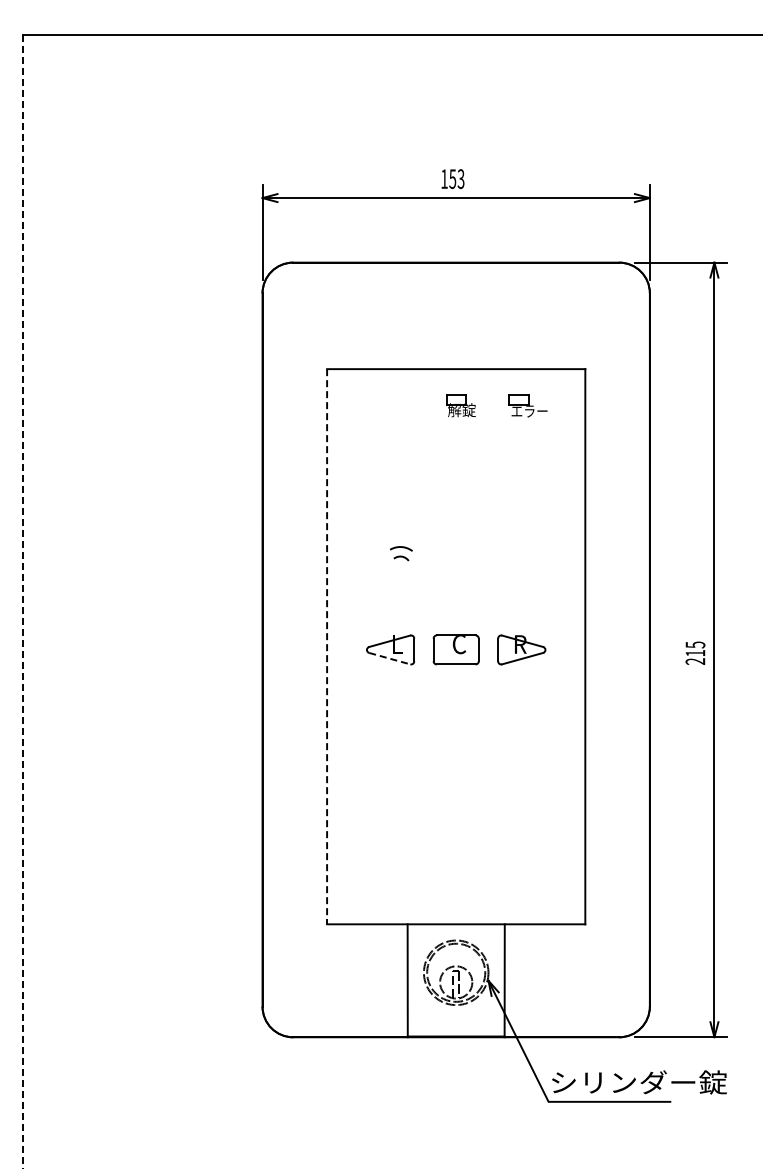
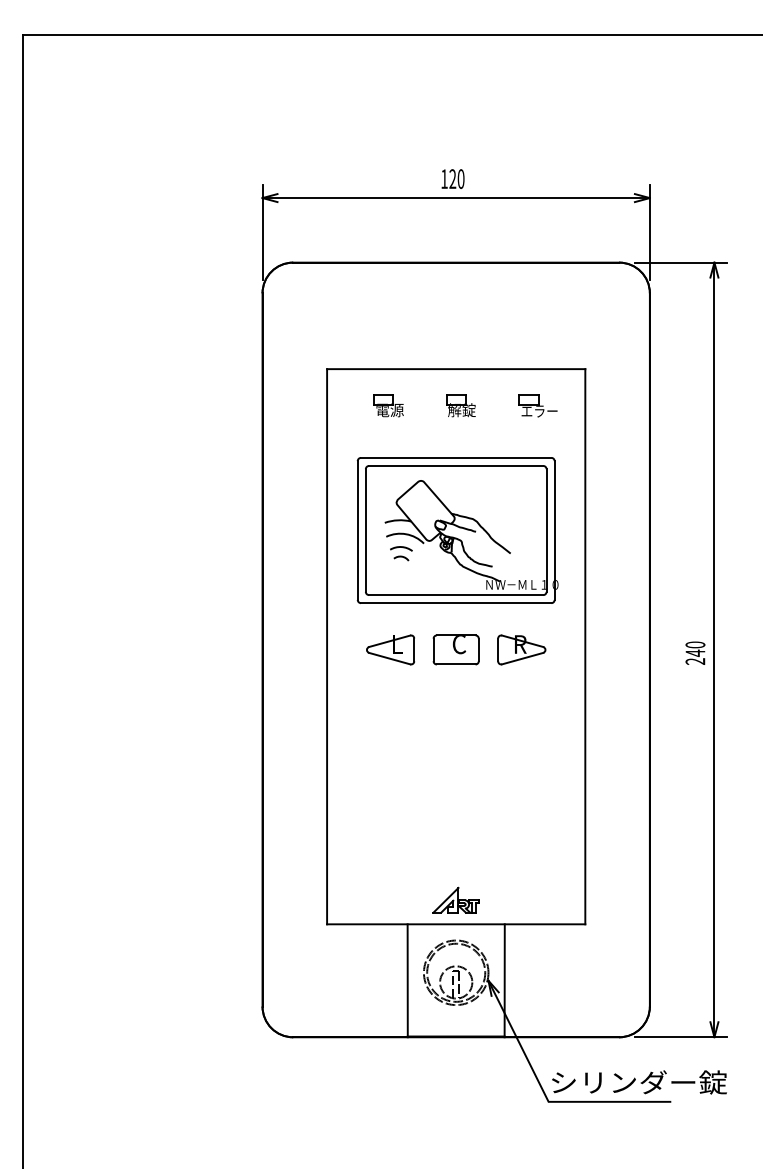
text at (456, 179): 153 -> 120
part at (388, 405): none -> present
part at (527, 405) position: (527, 405) -> (537, 405)
part at (457, 530): none -> present
line at (22, 601): dashed -> solid
line at (327, 646): dashed -> solid
text at (695, 649): 215 -> 240
line at (390, 658): dashed -> solid
part at (455, 899): none -> present
